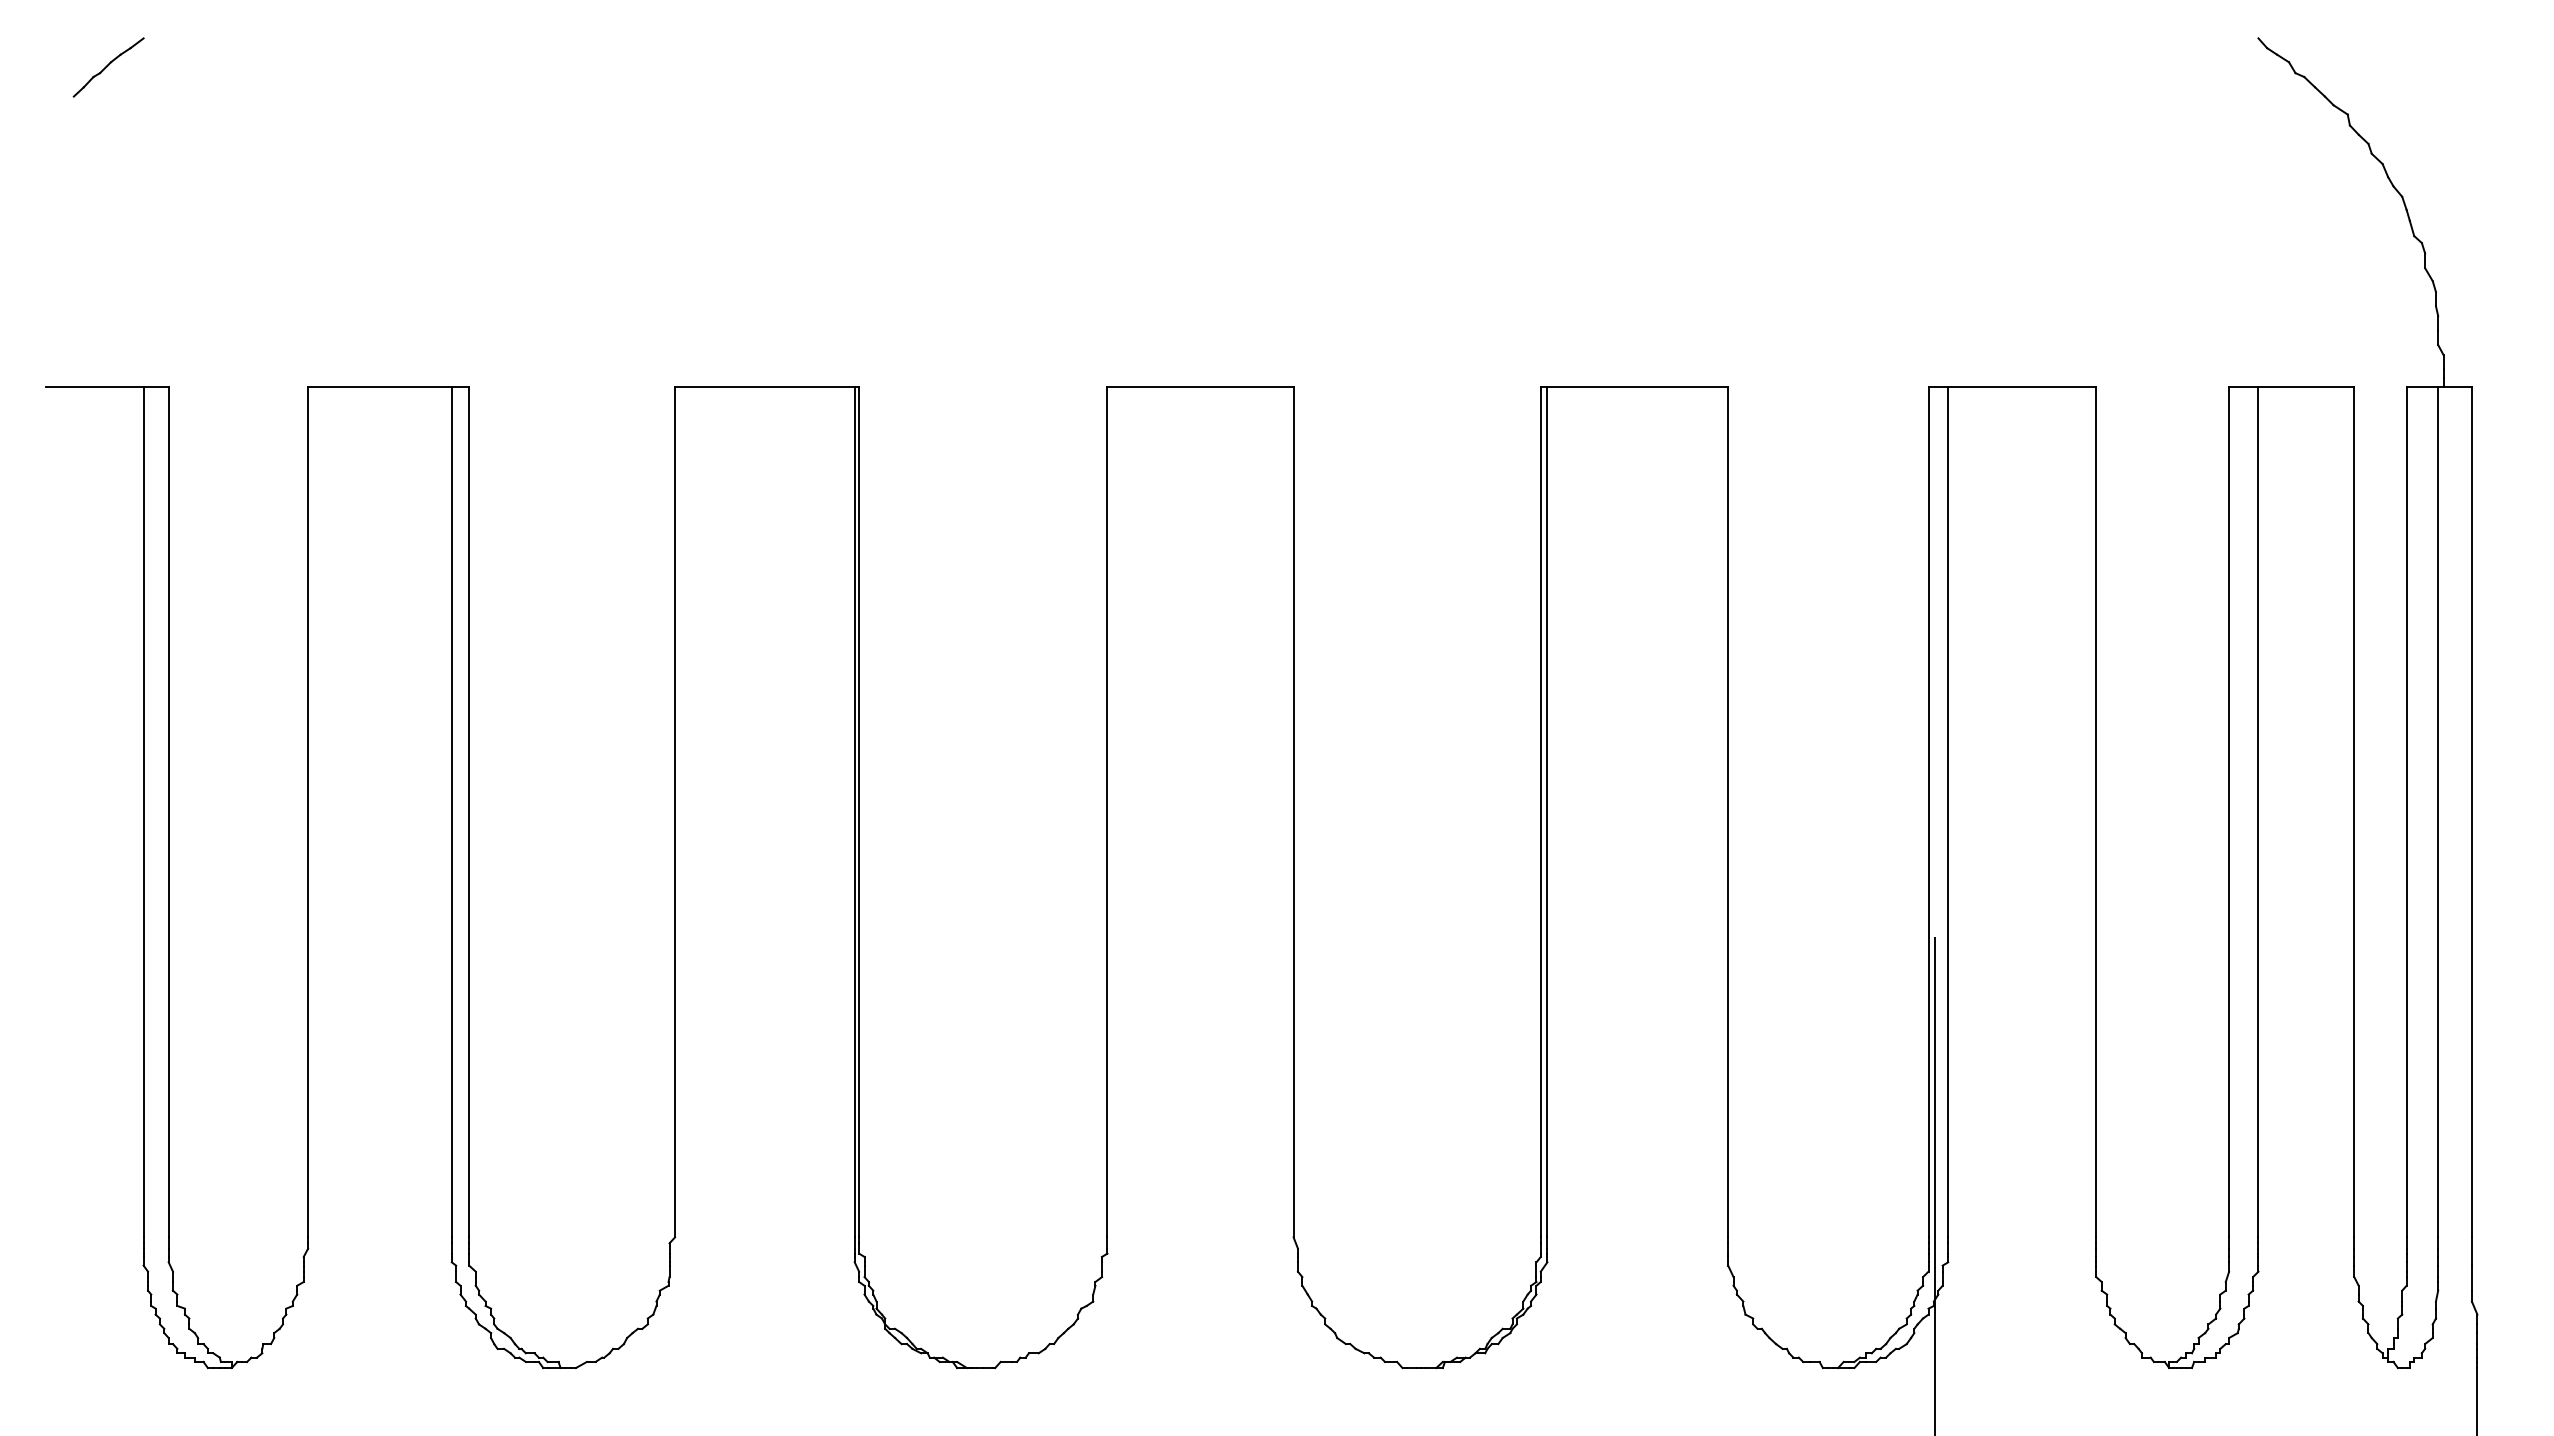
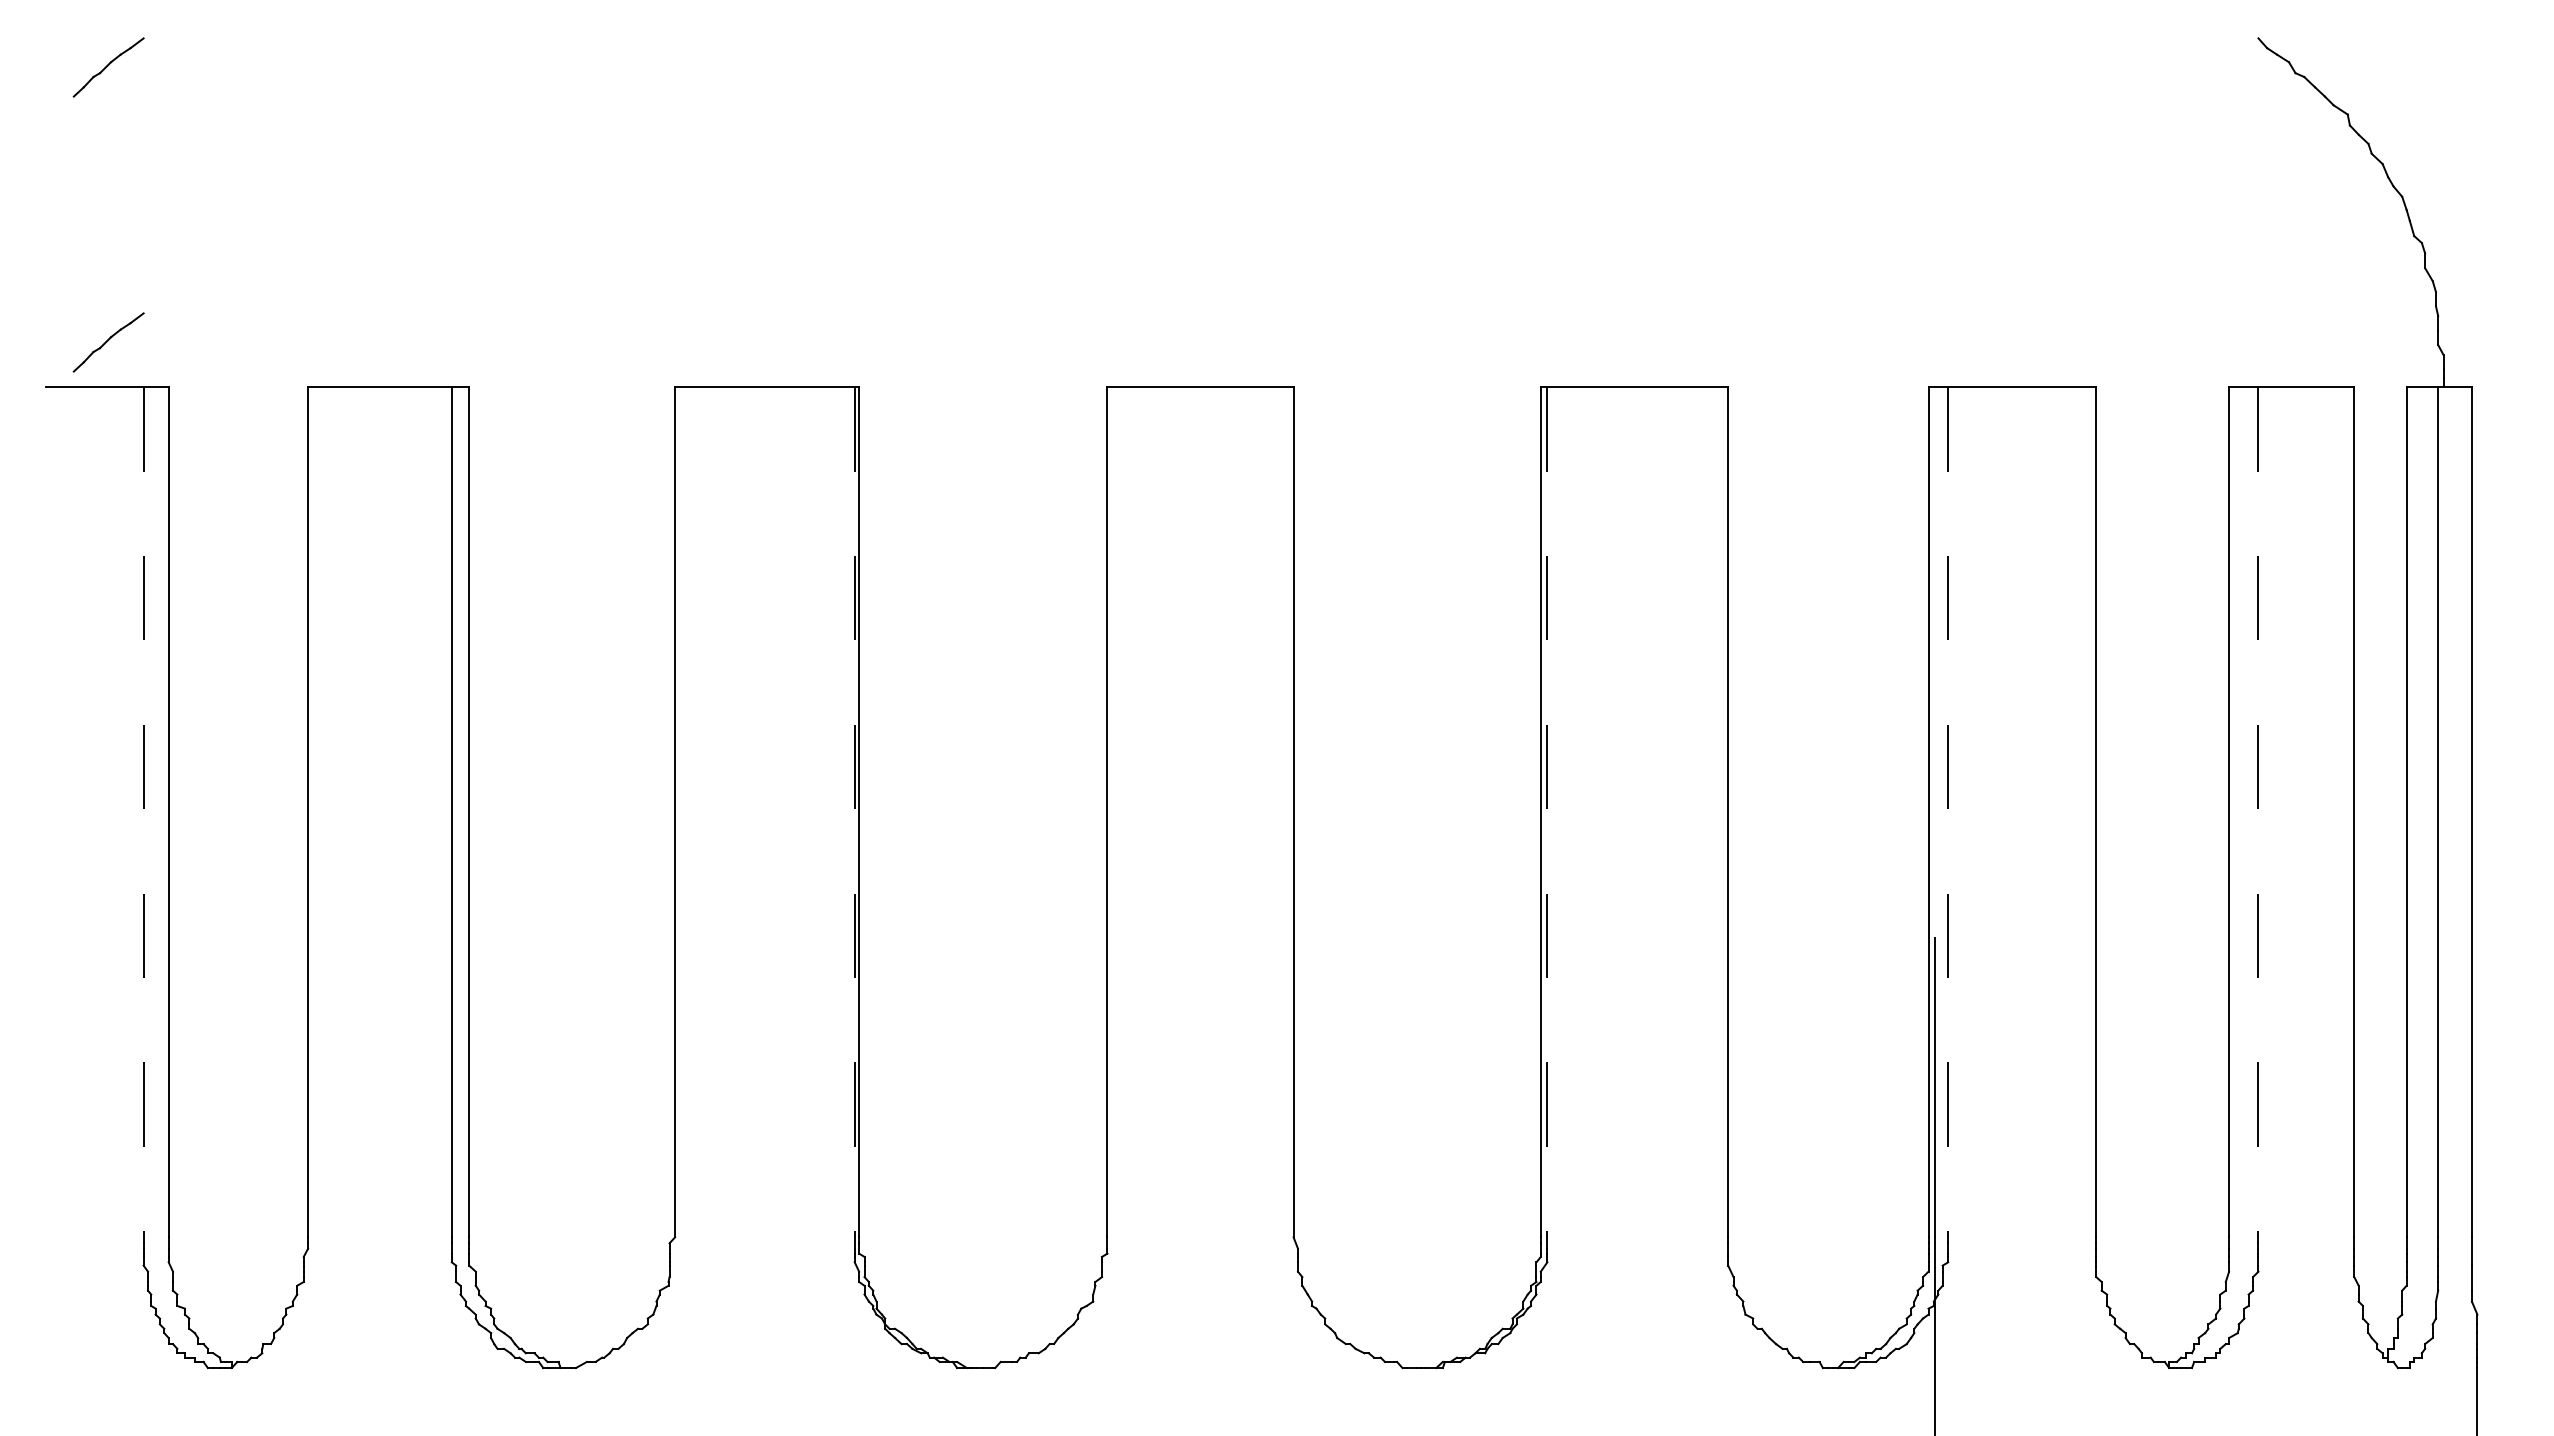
part at (108, 342): none -> present
line at (143, 812): solid -> dashed
line at (854, 812): solid -> dashed
line at (1547, 812): solid -> dashed
line at (1948, 812): solid -> dashed
line at (2258, 812): solid -> dashed
